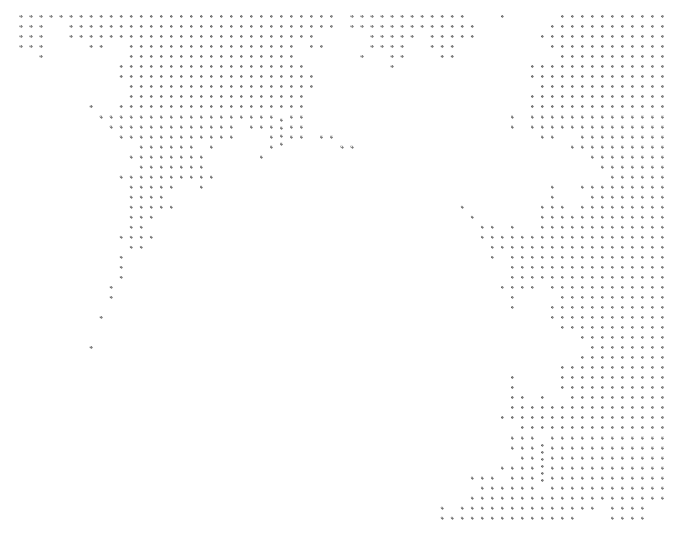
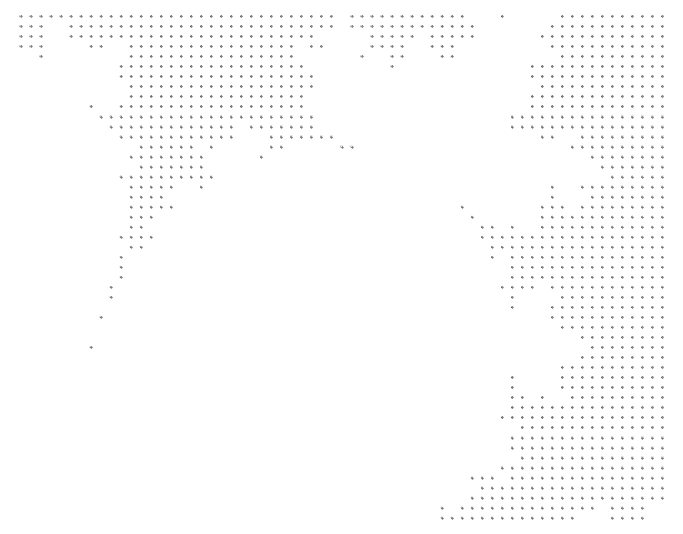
part at (522, 121): none -> present
part at (311, 126): none -> present
part at (281, 131) size: 3x28 px -> 3x34 px
part at (542, 462) size: 3x38 px -> 3x54 px
